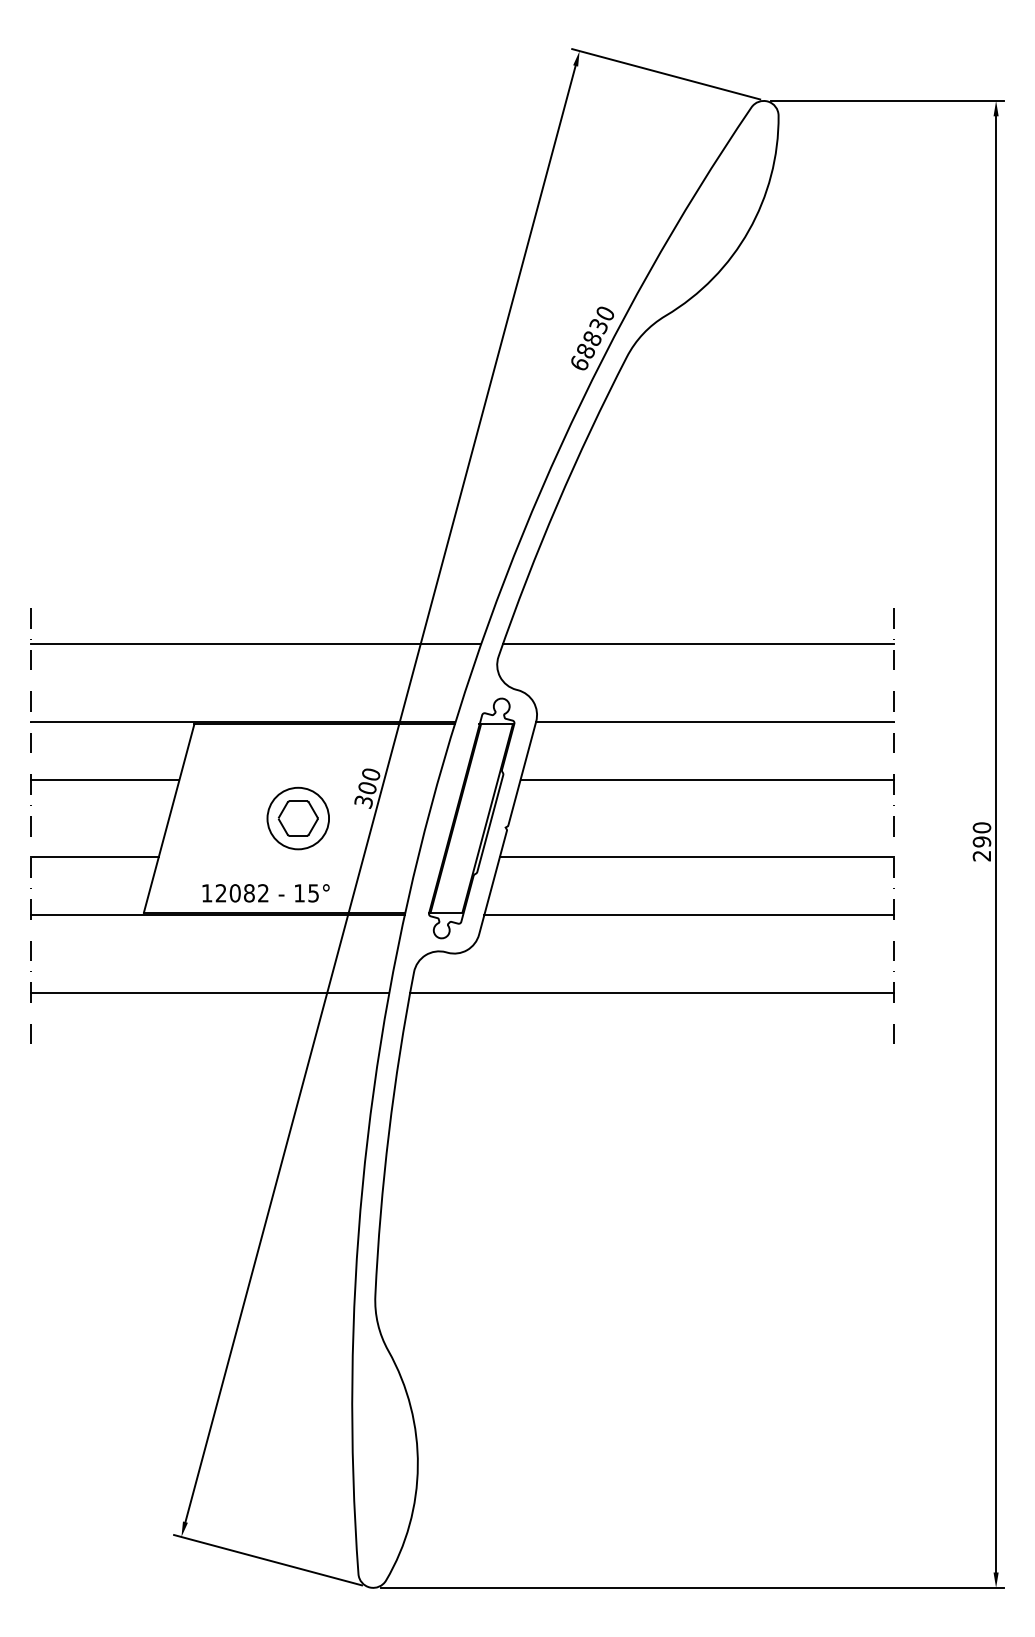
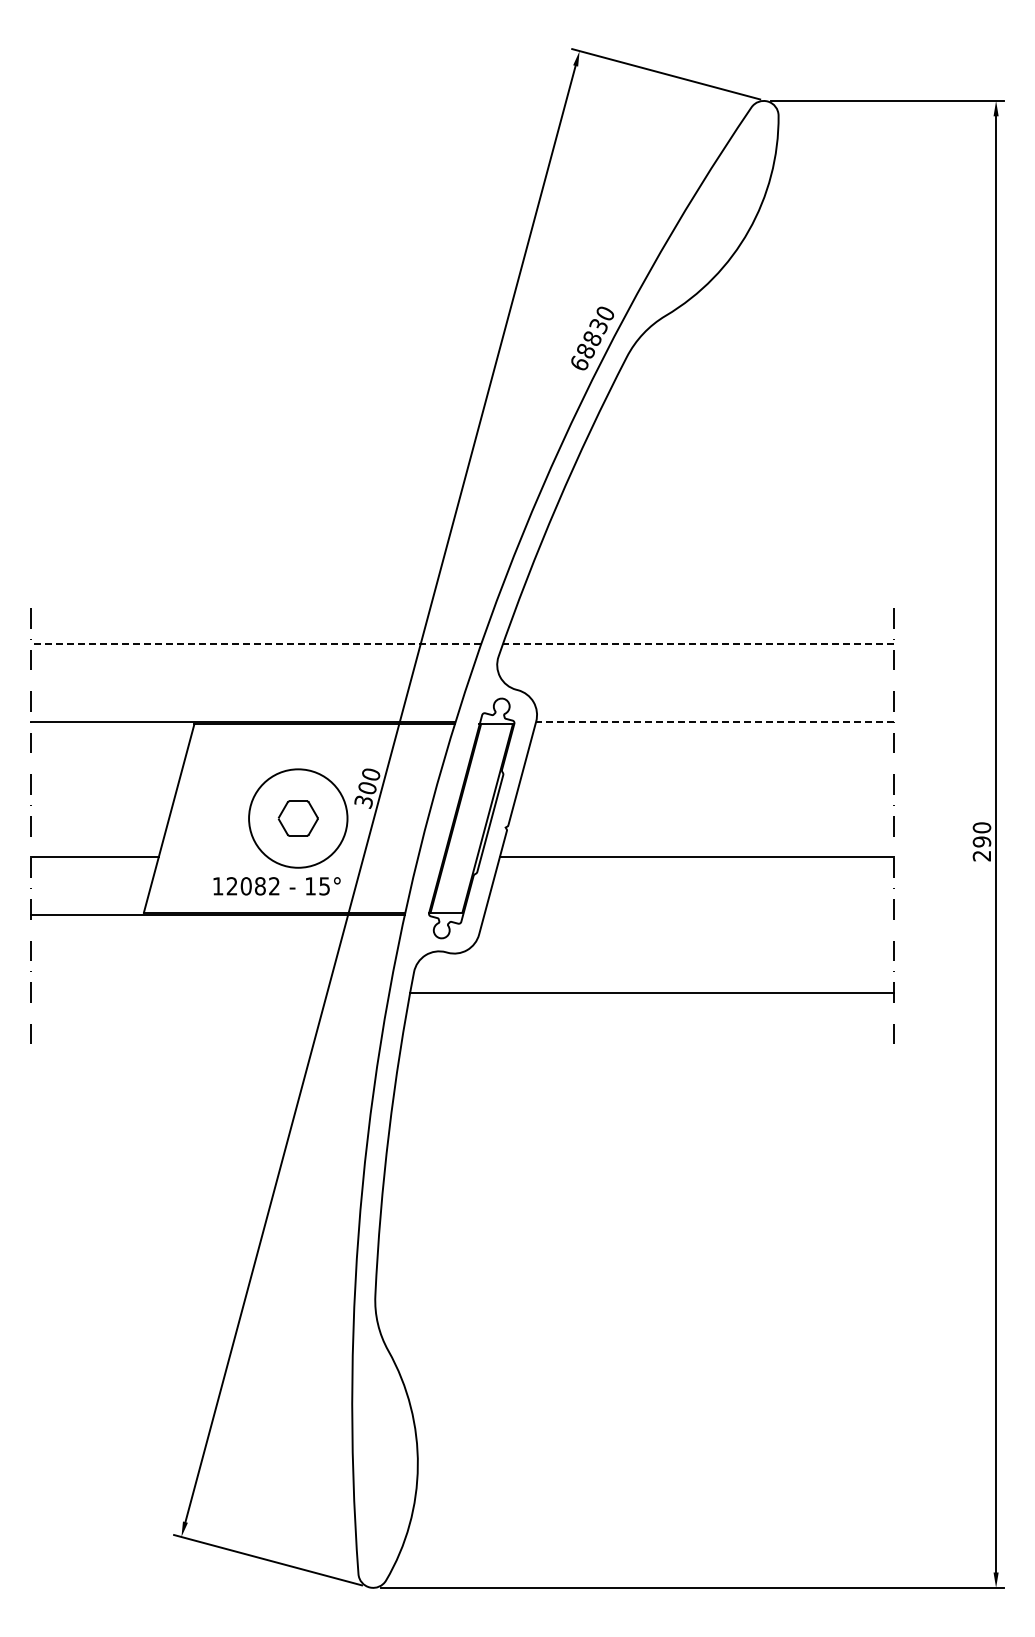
line at (256, 644): solid -> dashed
line at (697, 644): solid -> dashed
line at (714, 722): solid -> dashed
line at (105, 780): present -> none
line at (706, 780): present -> none
circle at (298, 818) diameter: 62 px -> 98 px
text at (265, 893) position: (265, 893) -> (276, 886)
line at (688, 914): present -> none
line at (210, 992): present -> none
